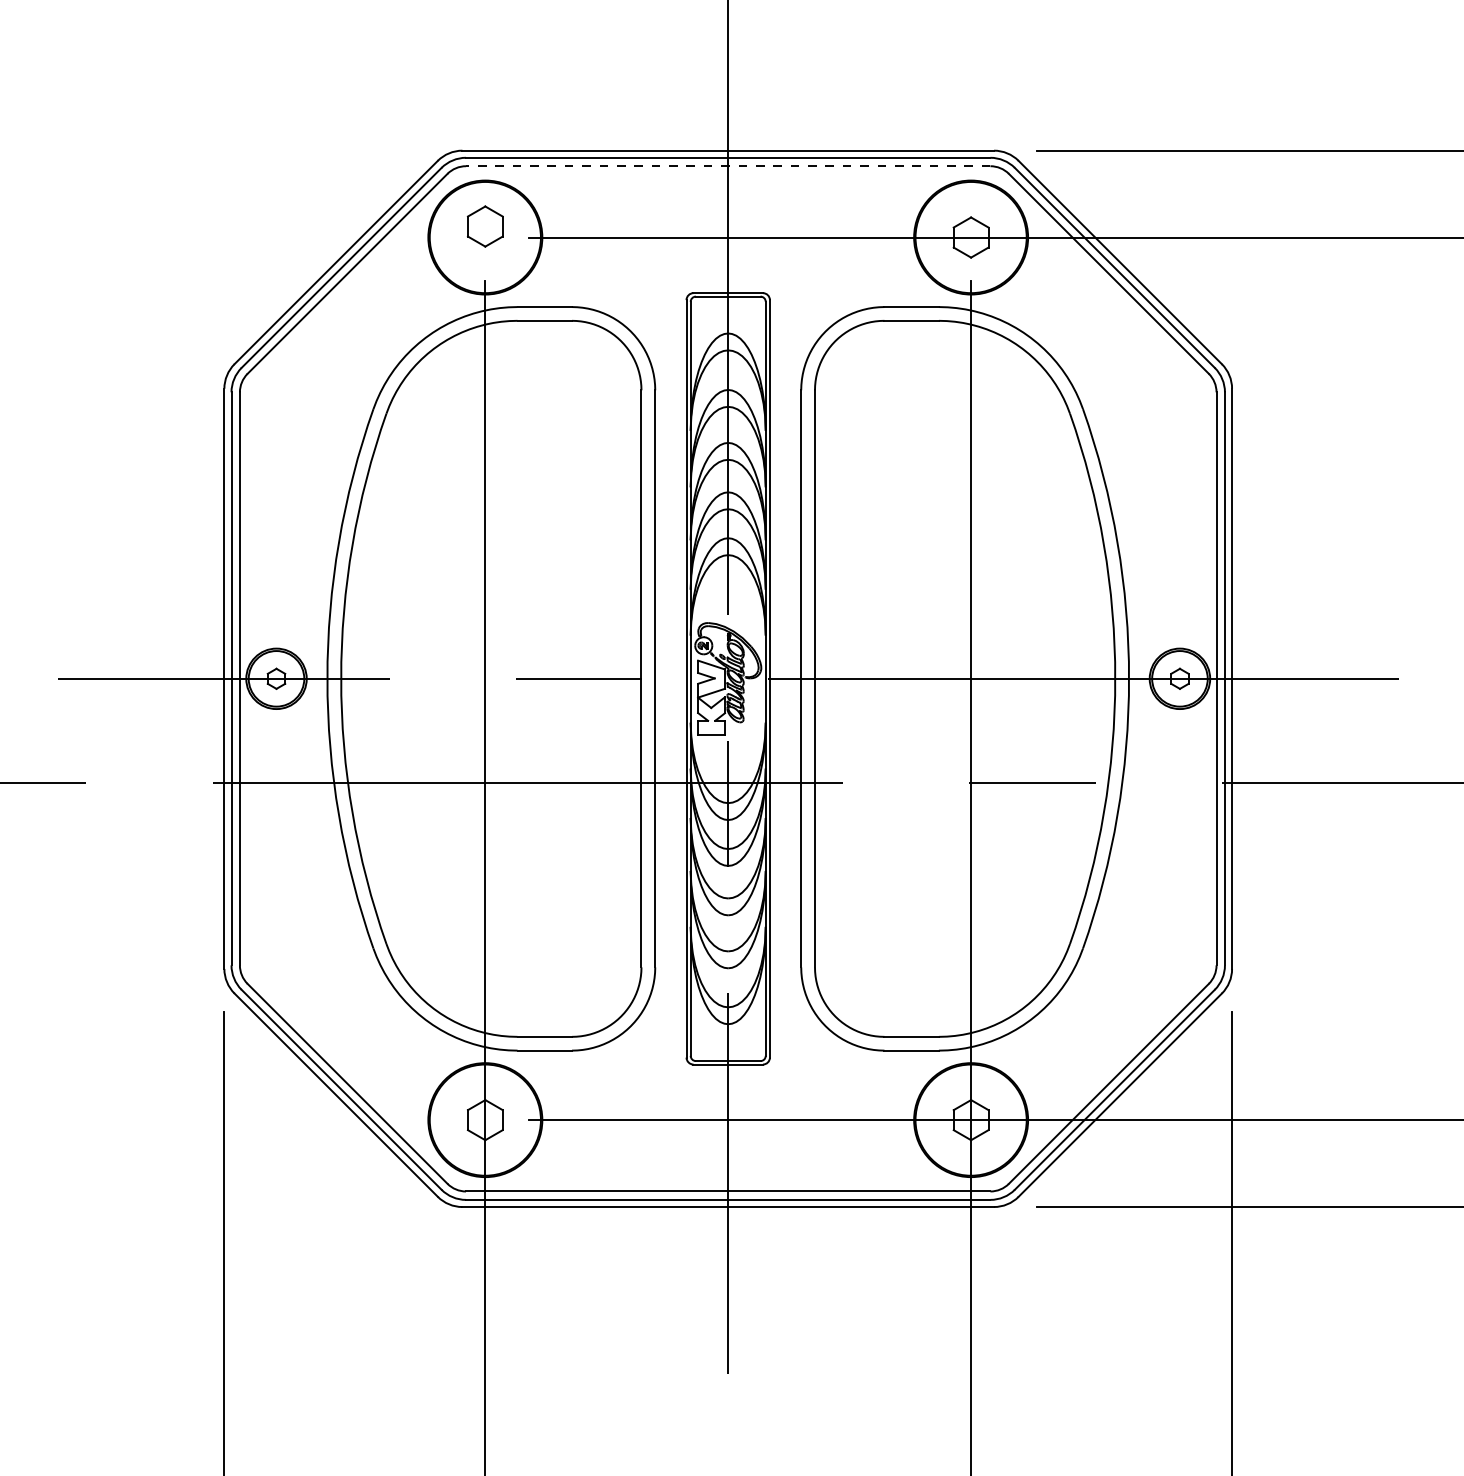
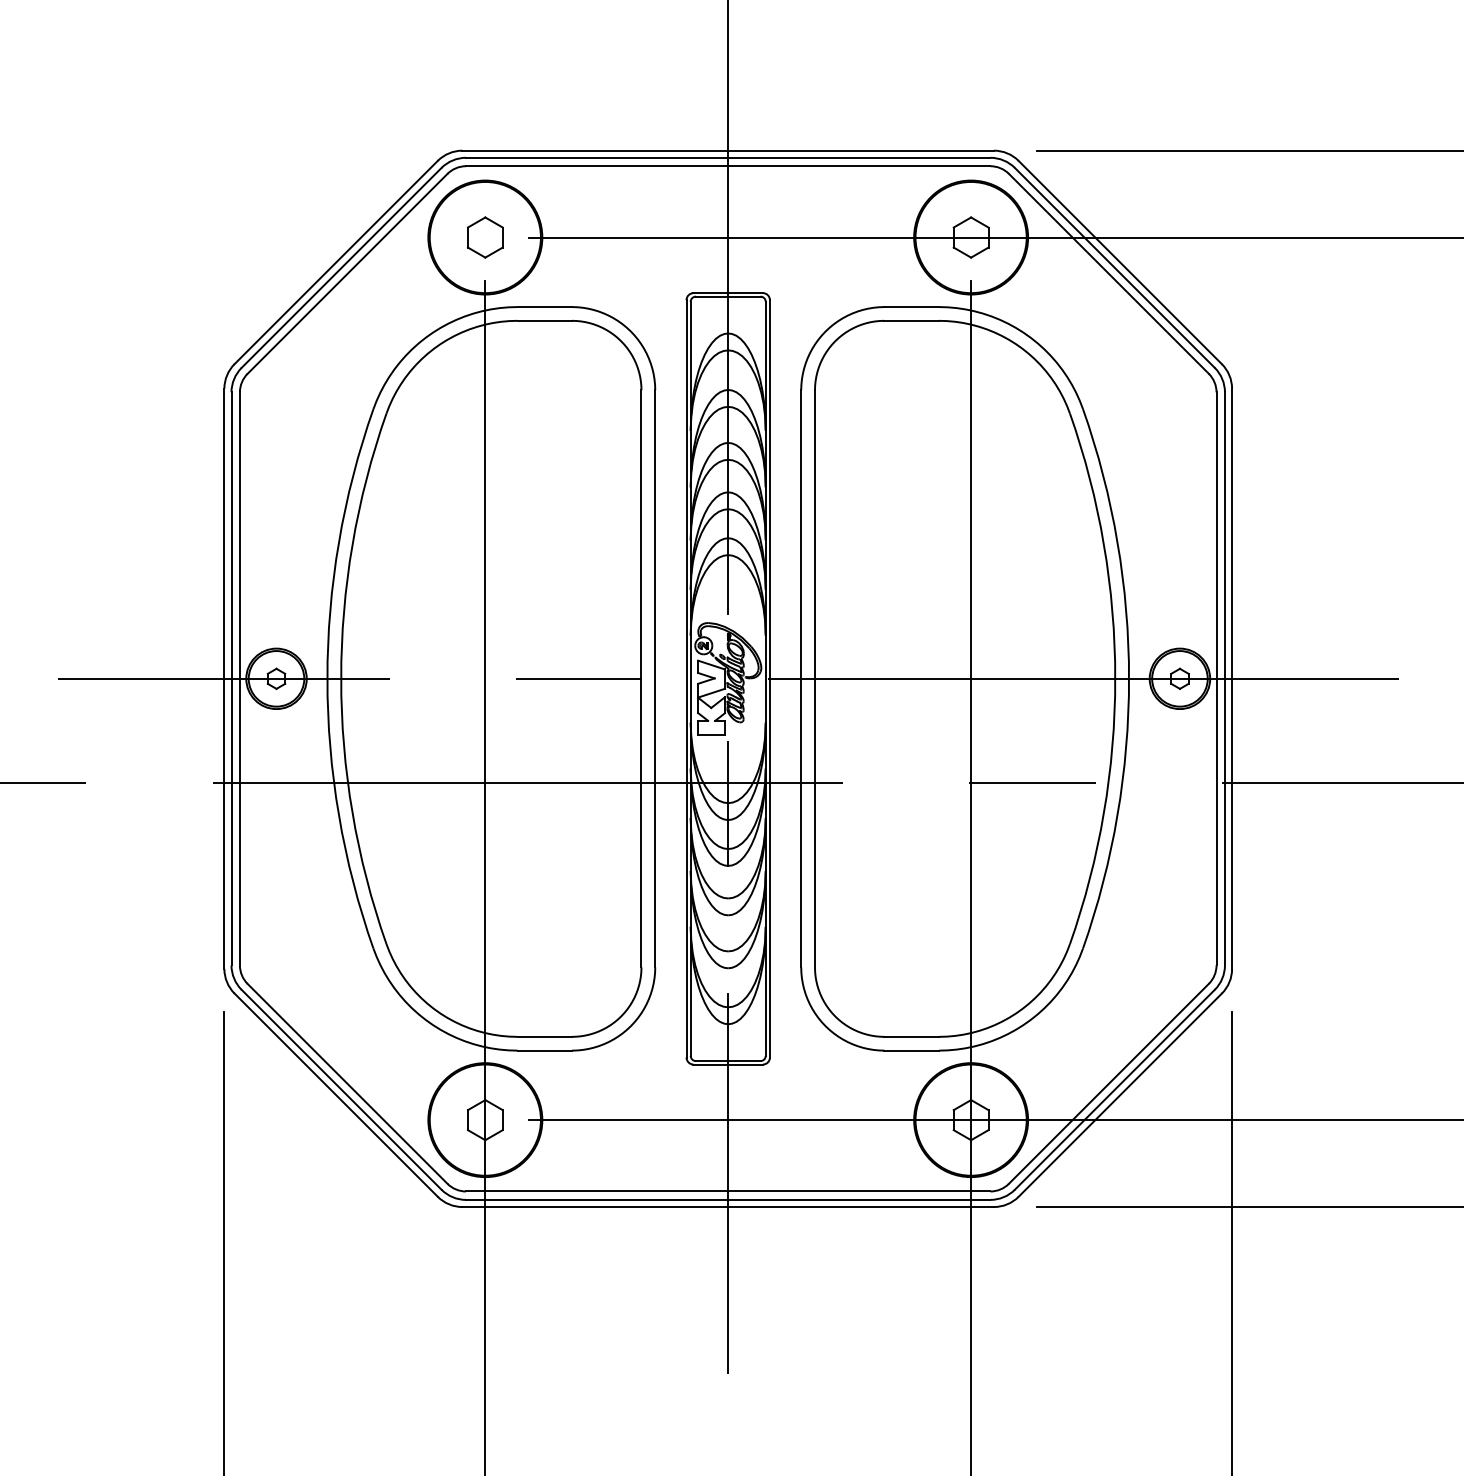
line at (727, 166): dashed -> solid
part at (484, 226) position: (484, 226) -> (484, 237)
